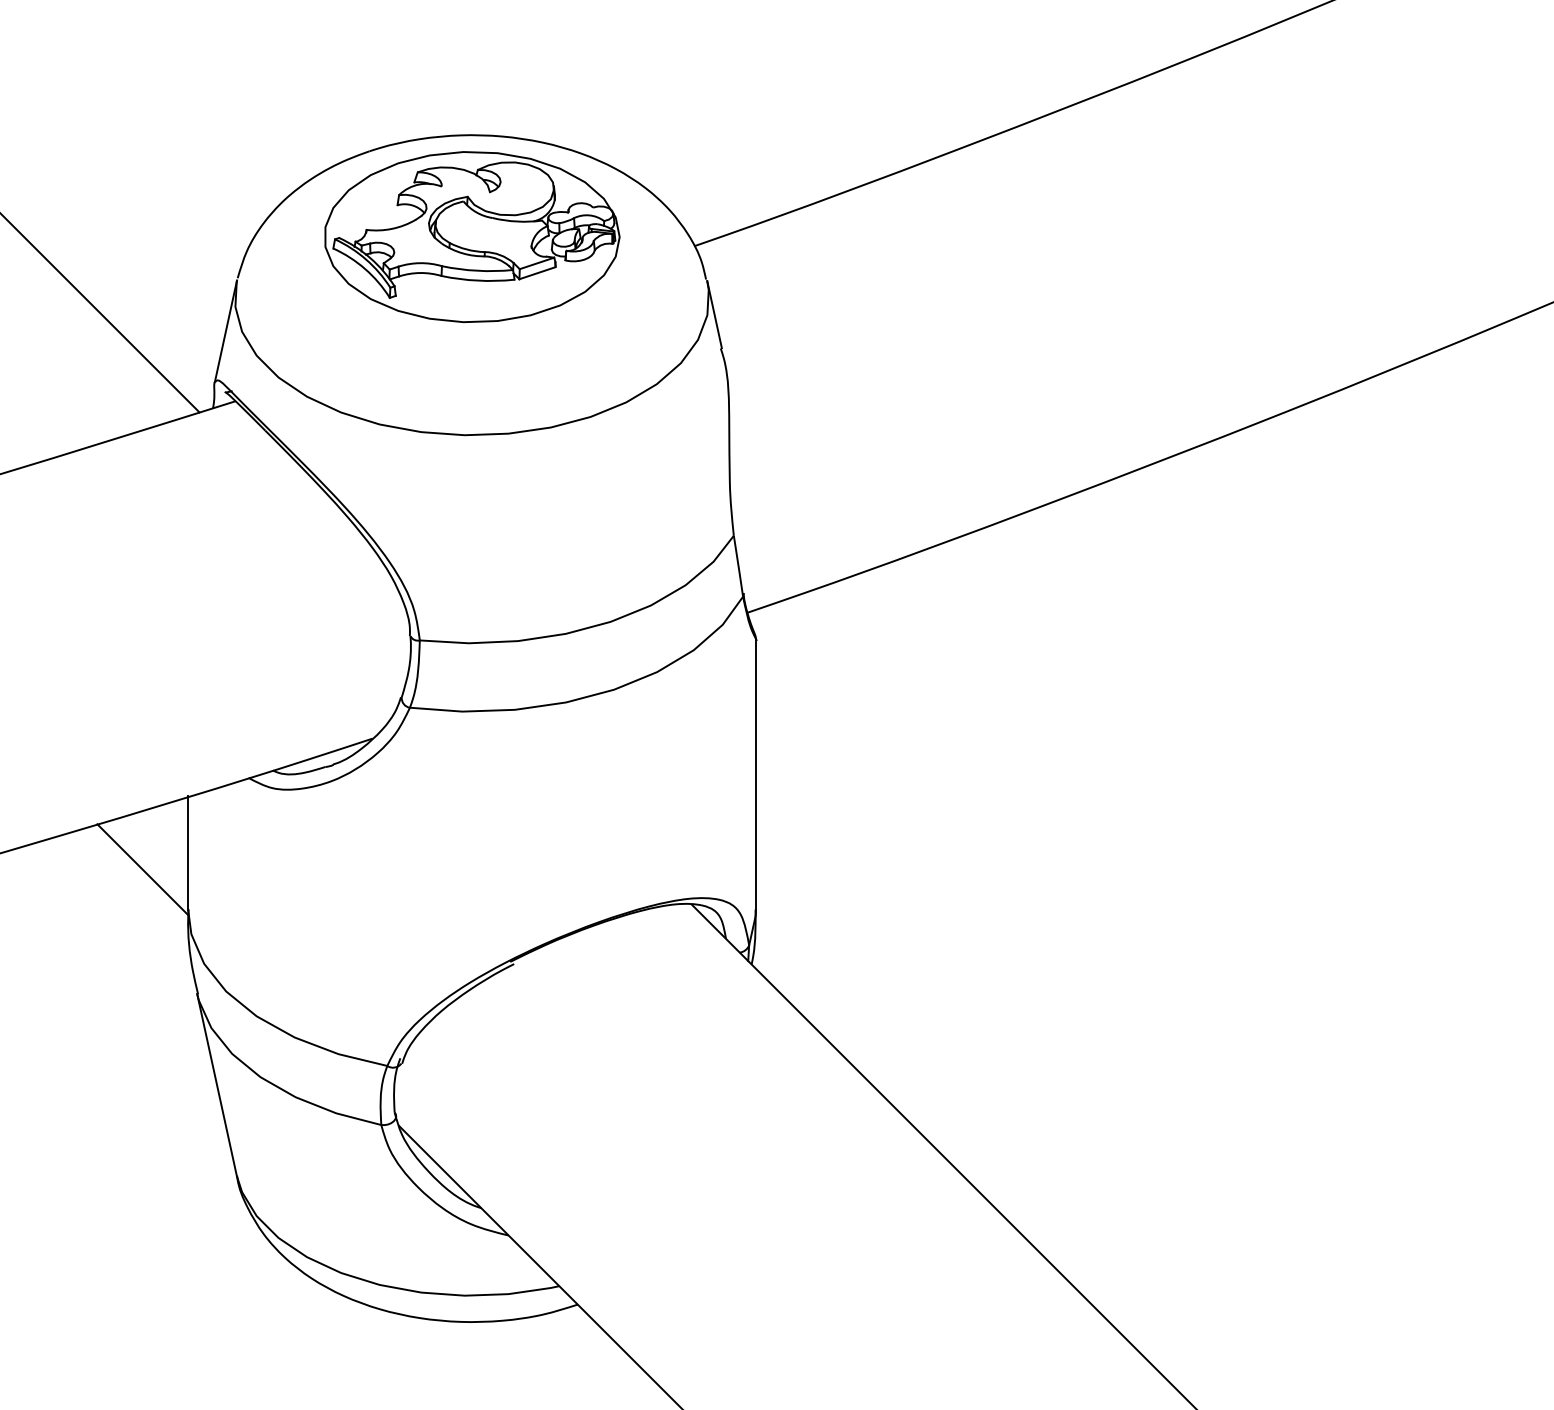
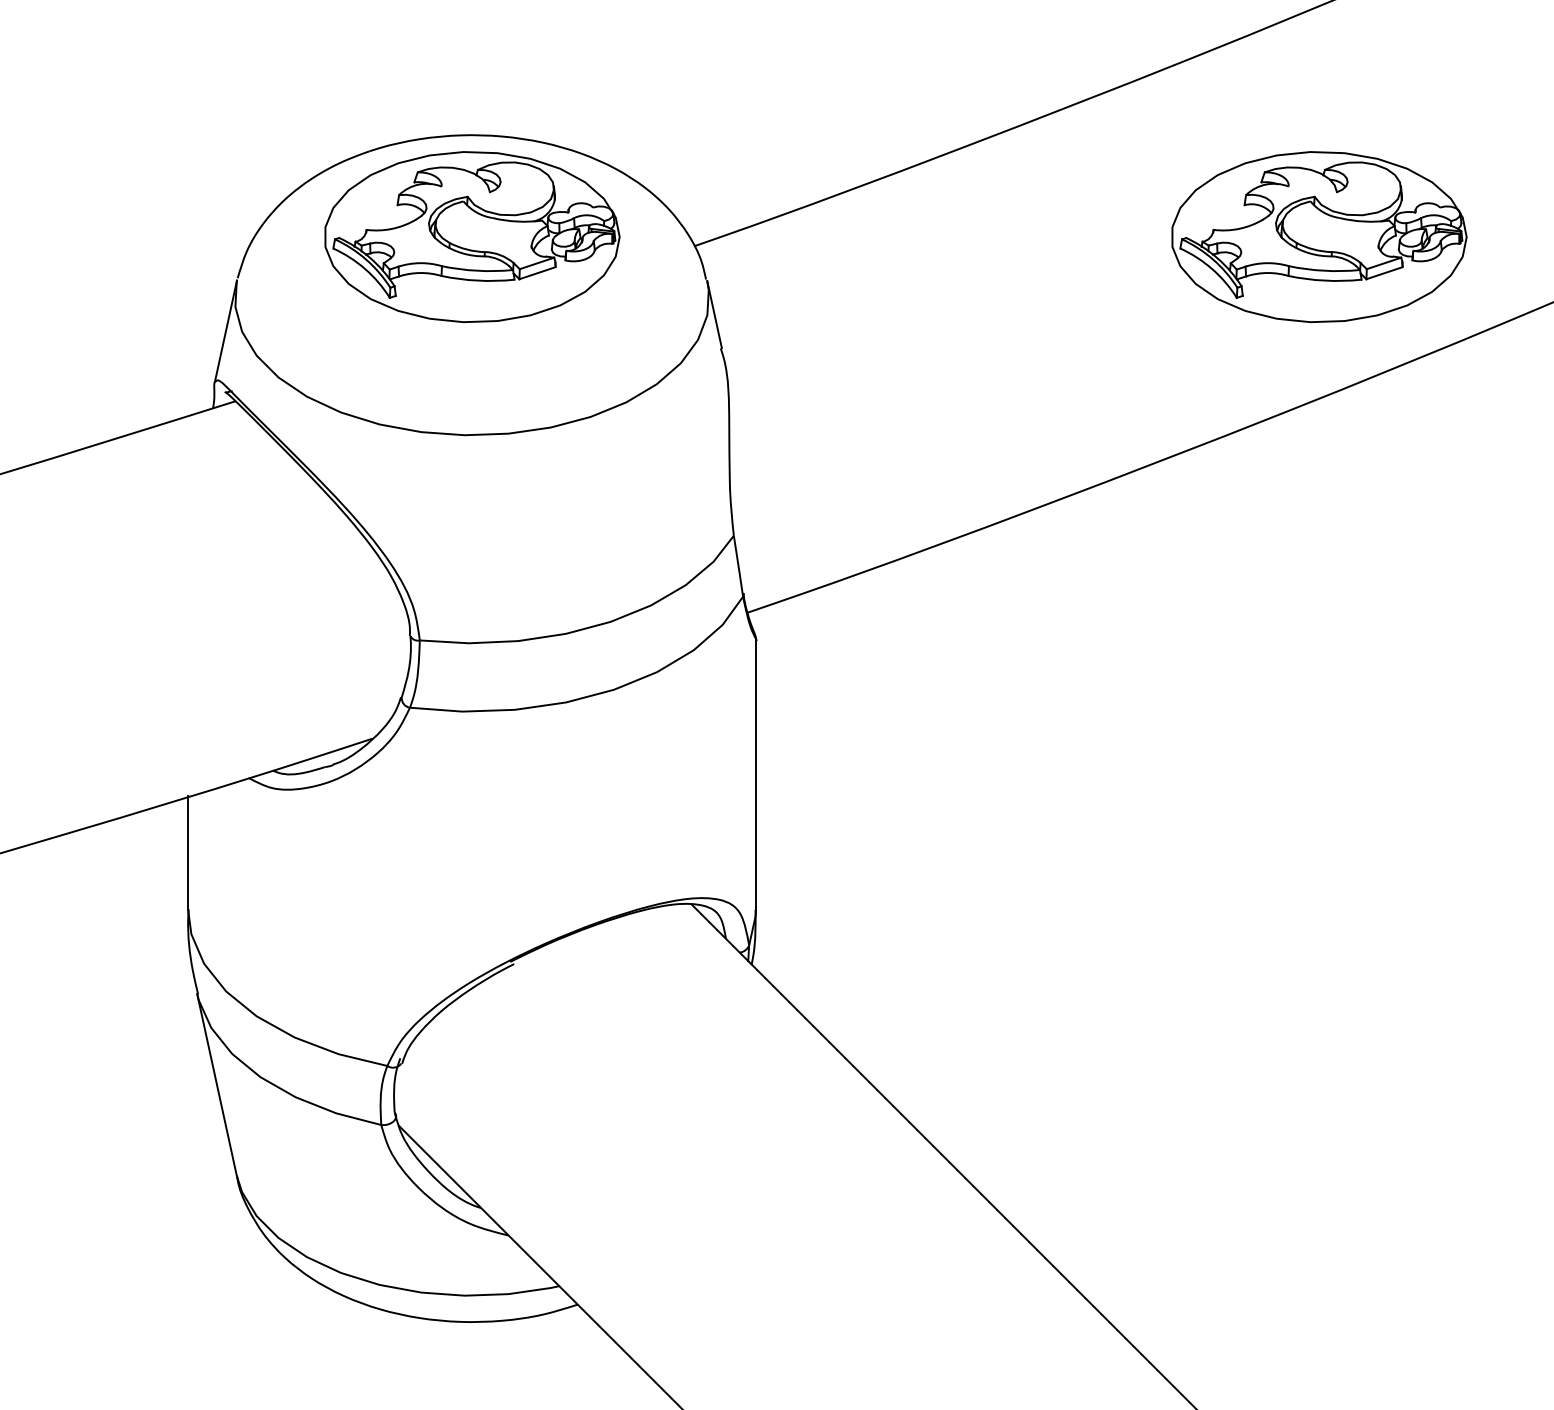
part at (1319, 237): none -> present
line at (100, 313): present -> none
line at (142, 869): present -> none
